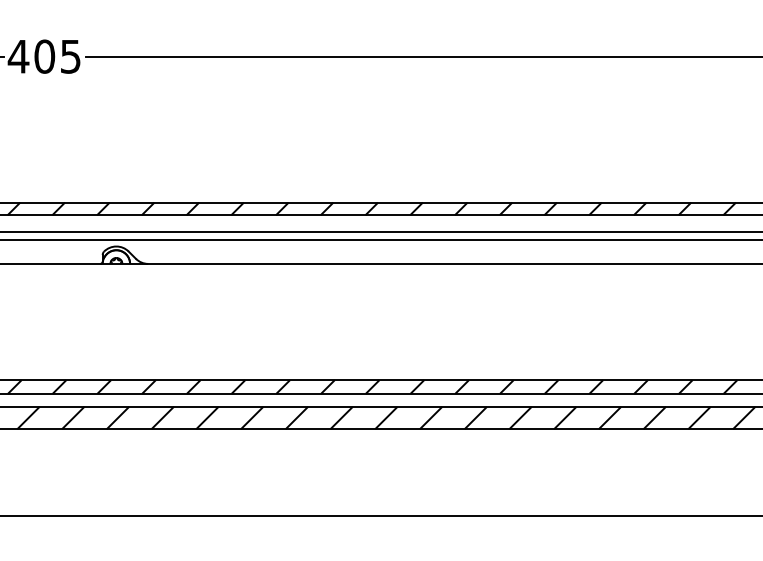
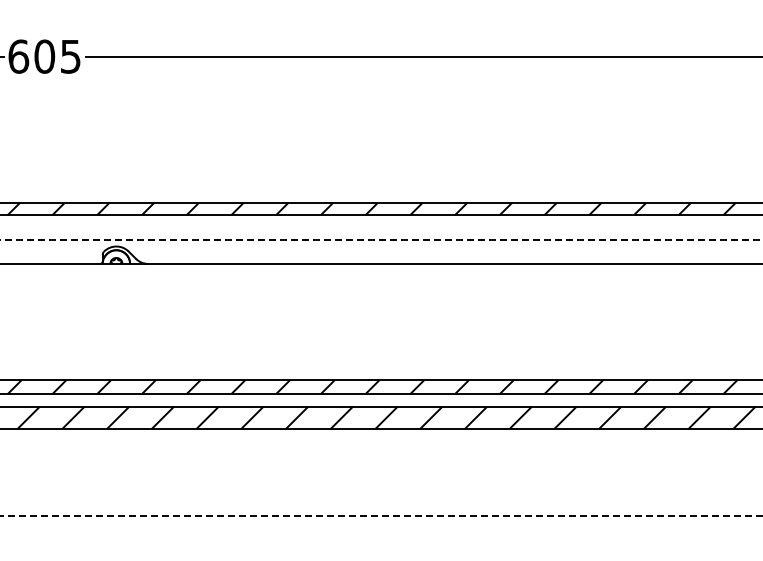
text at (18, 56): 405 -> 605
line at (380, 232): present -> none
line at (381, 239): solid -> dashed
line at (381, 516): solid -> dashed
